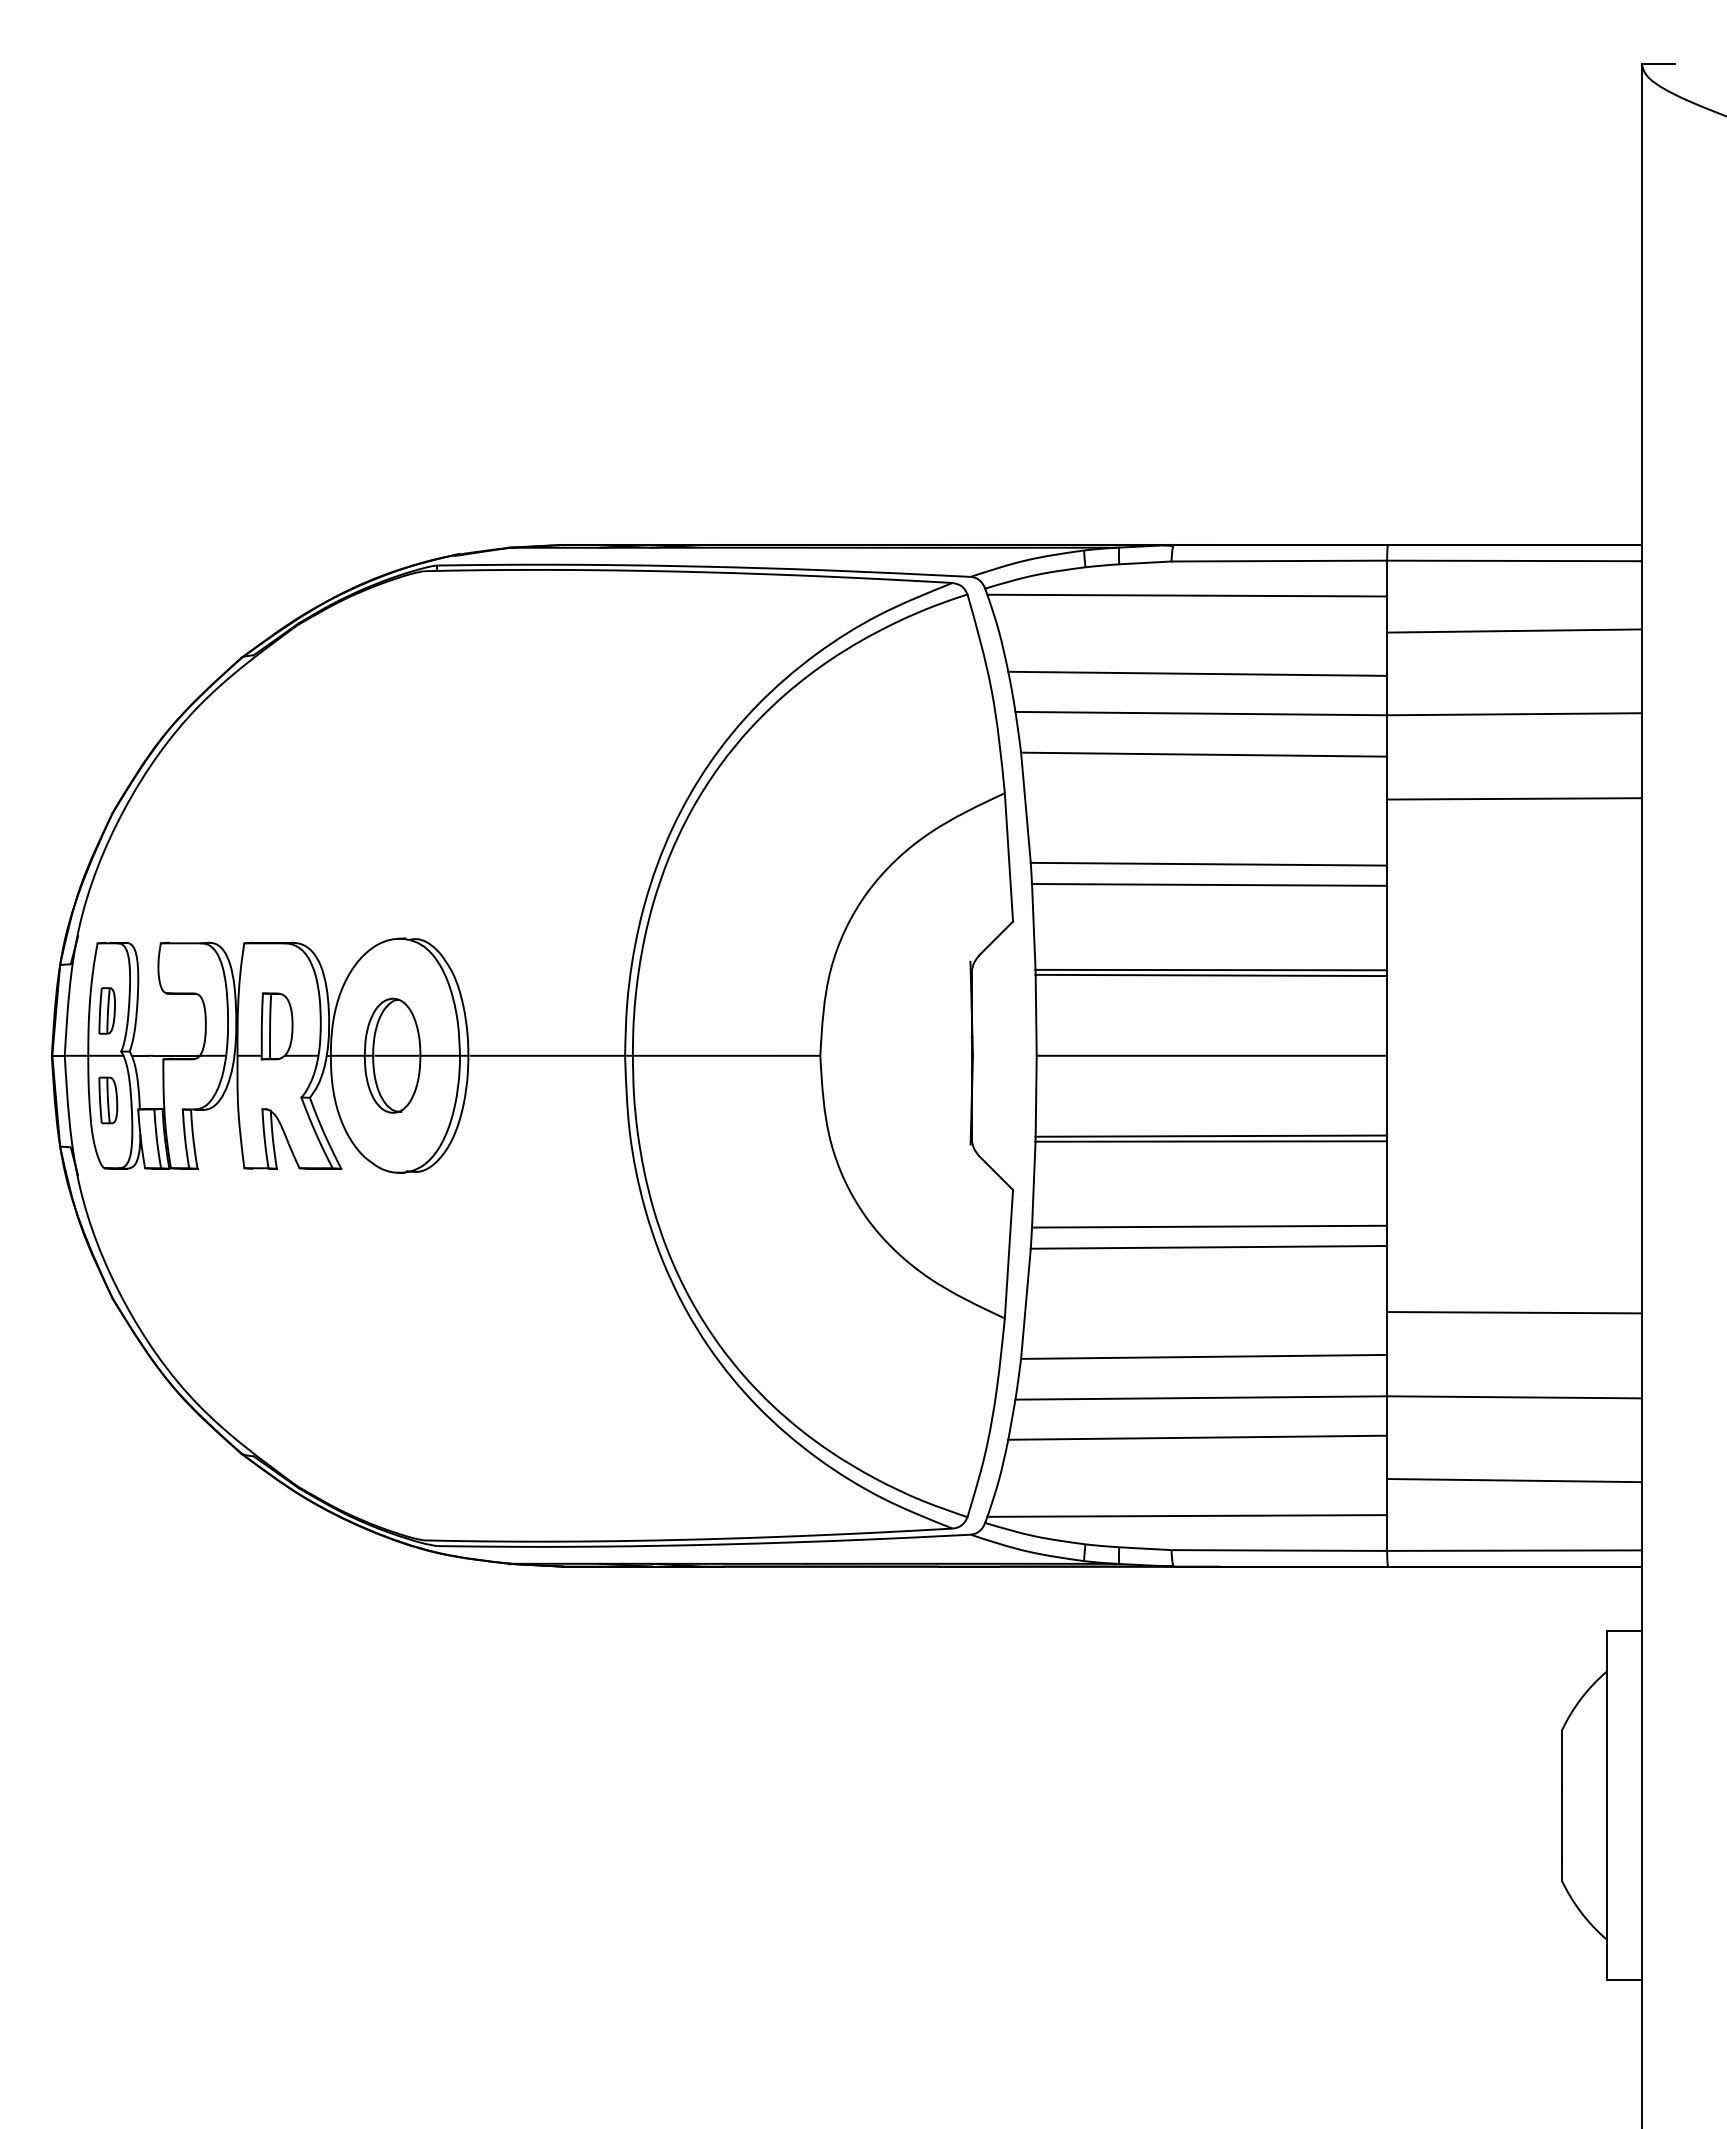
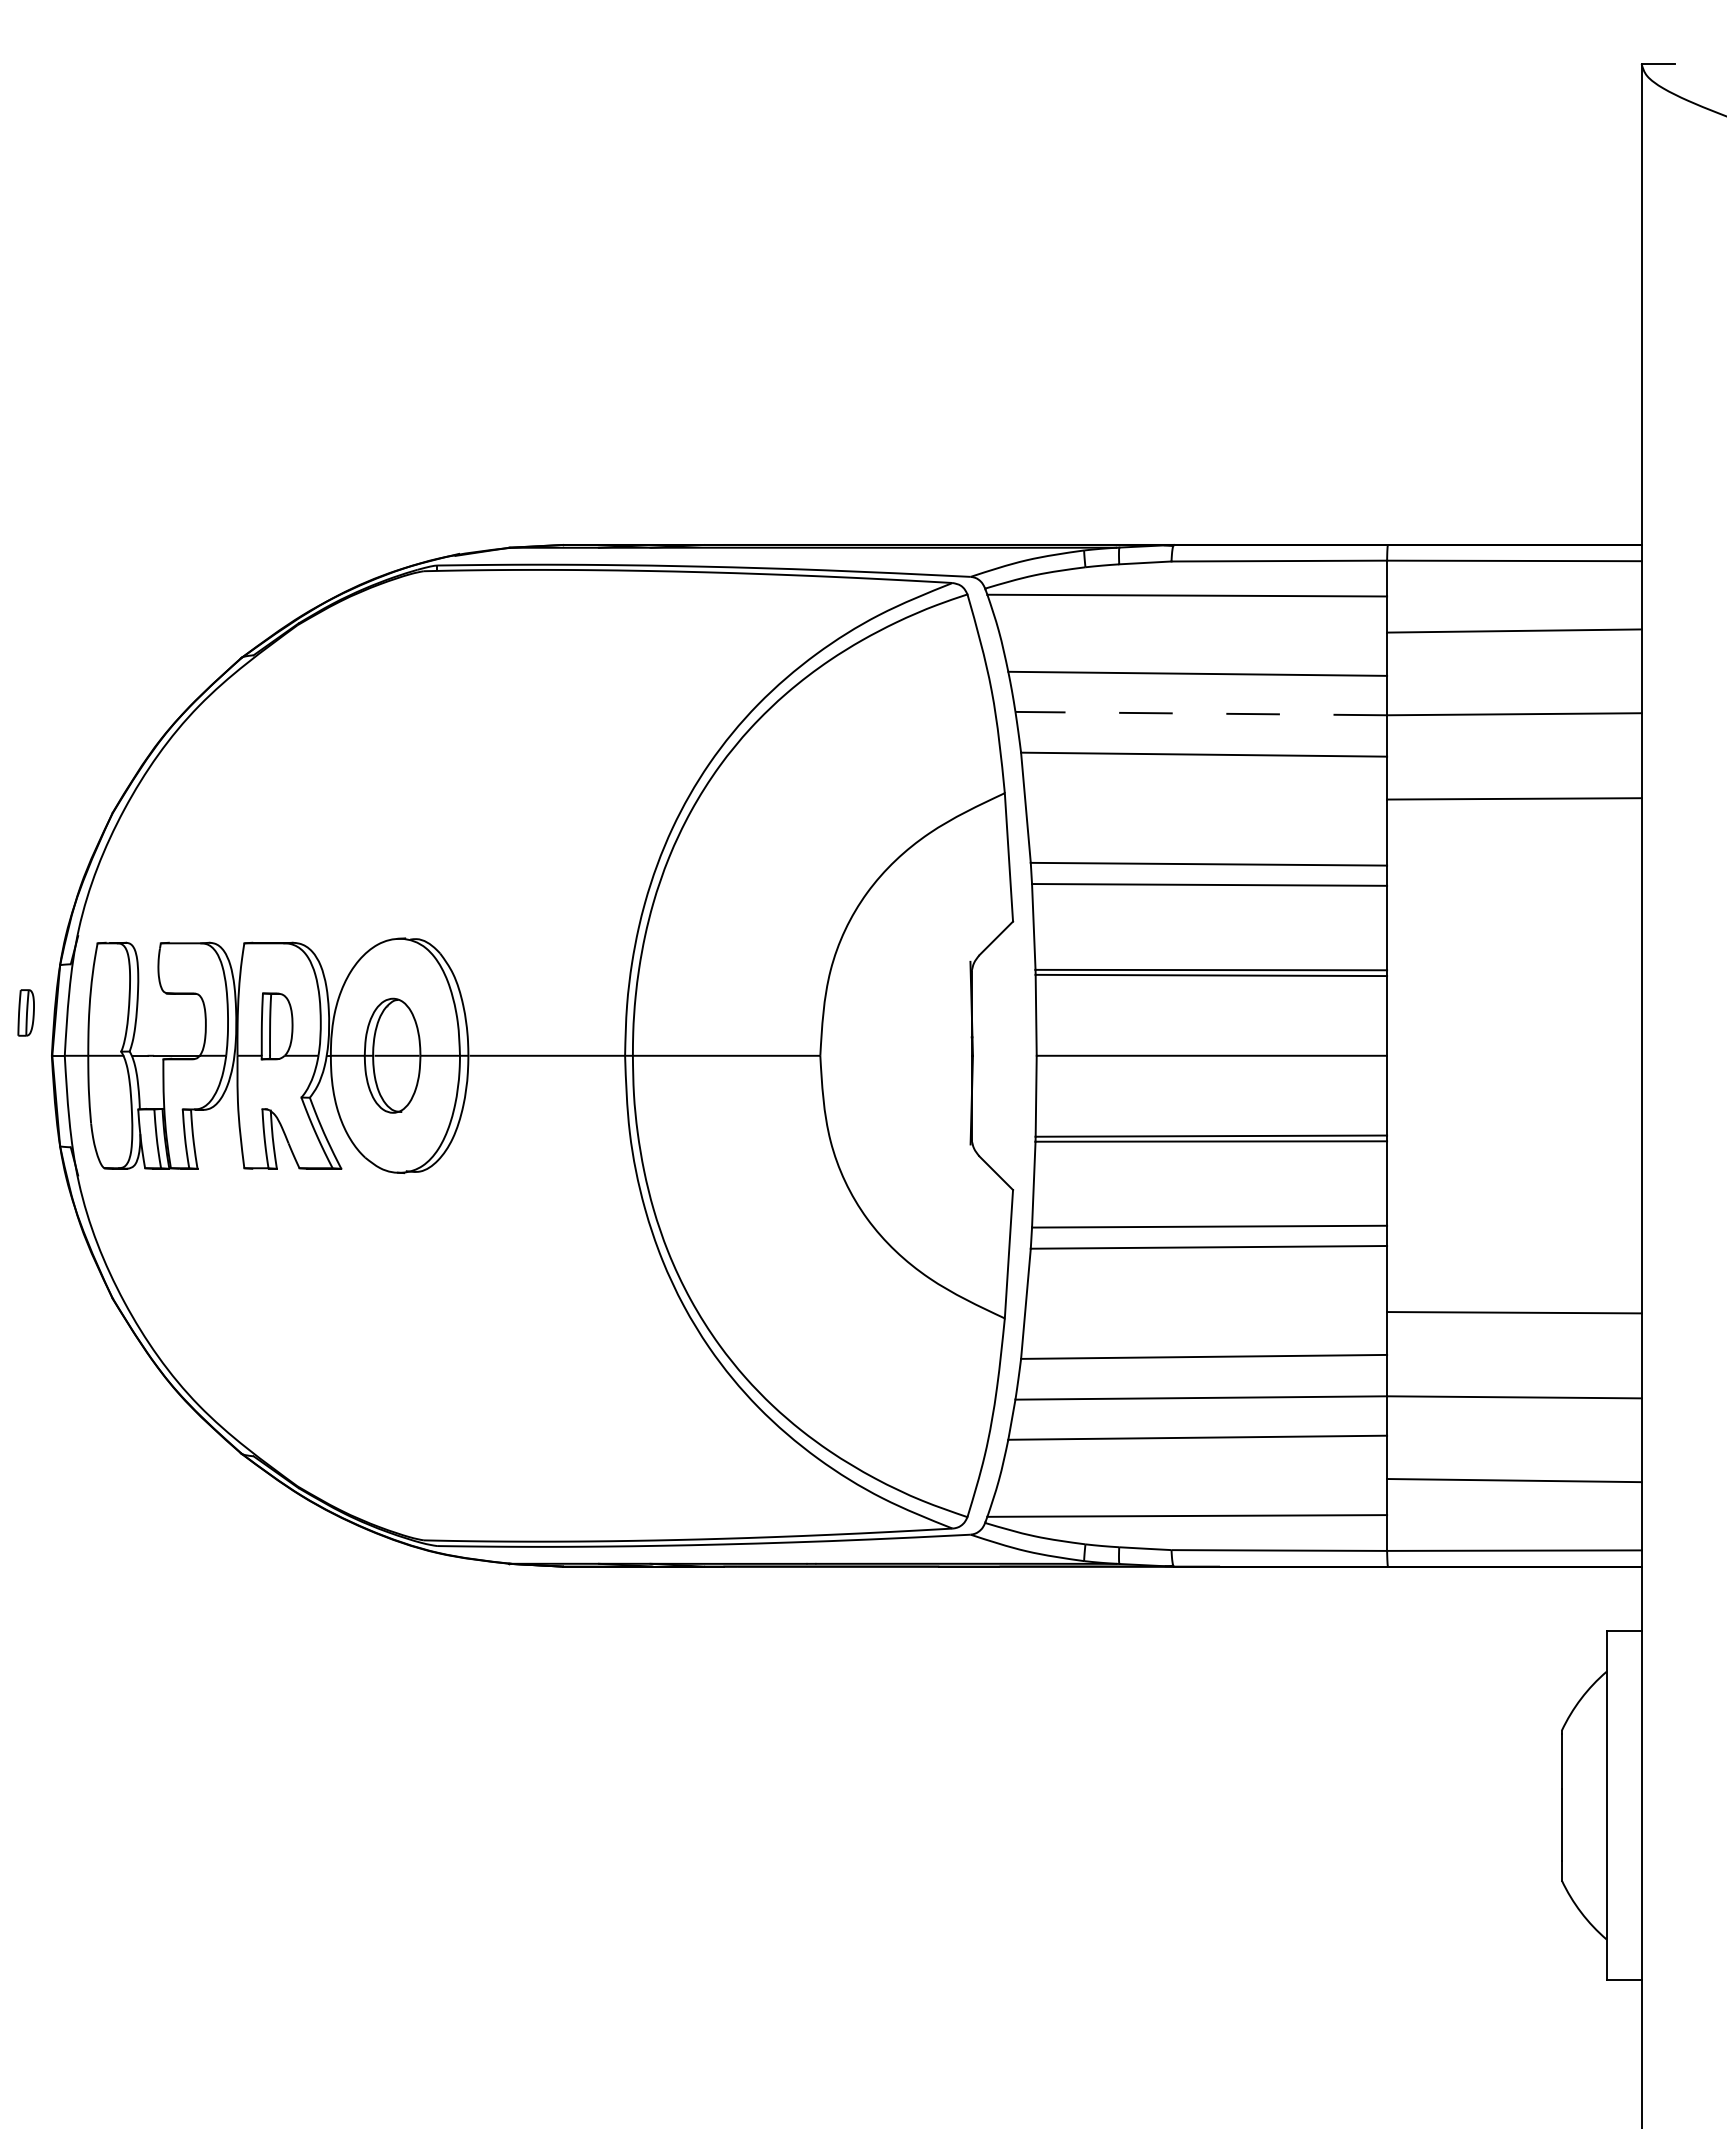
line at (1201, 713): solid -> dashed
part at (106, 1010) position: (106, 1010) -> (25, 1012)
part at (108, 1100): present -> none
